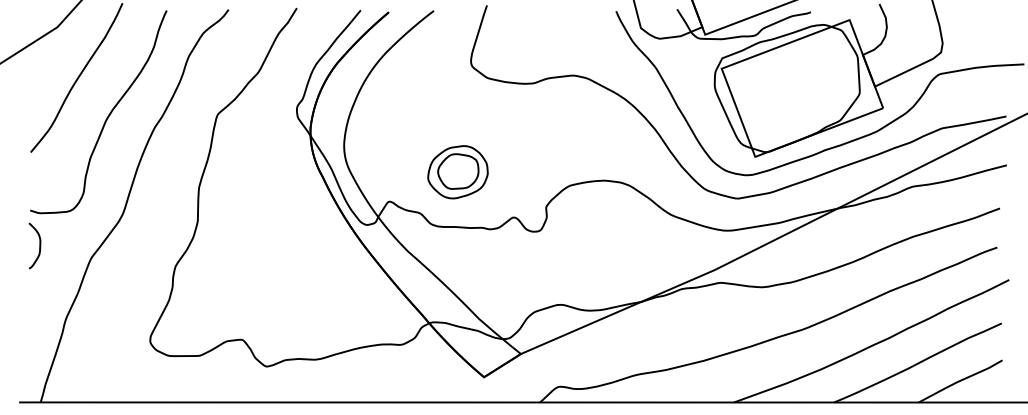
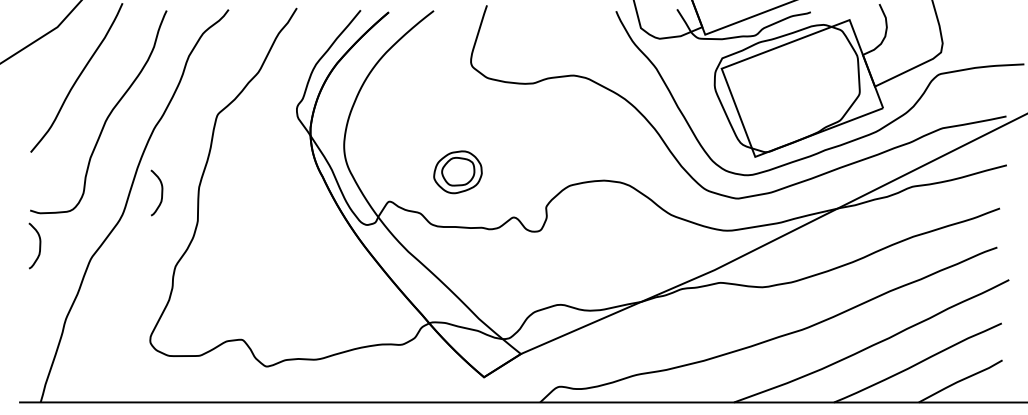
part at (457, 172) size: 62x55 px -> 50x45 px
curve at (161, 192): none -> present
